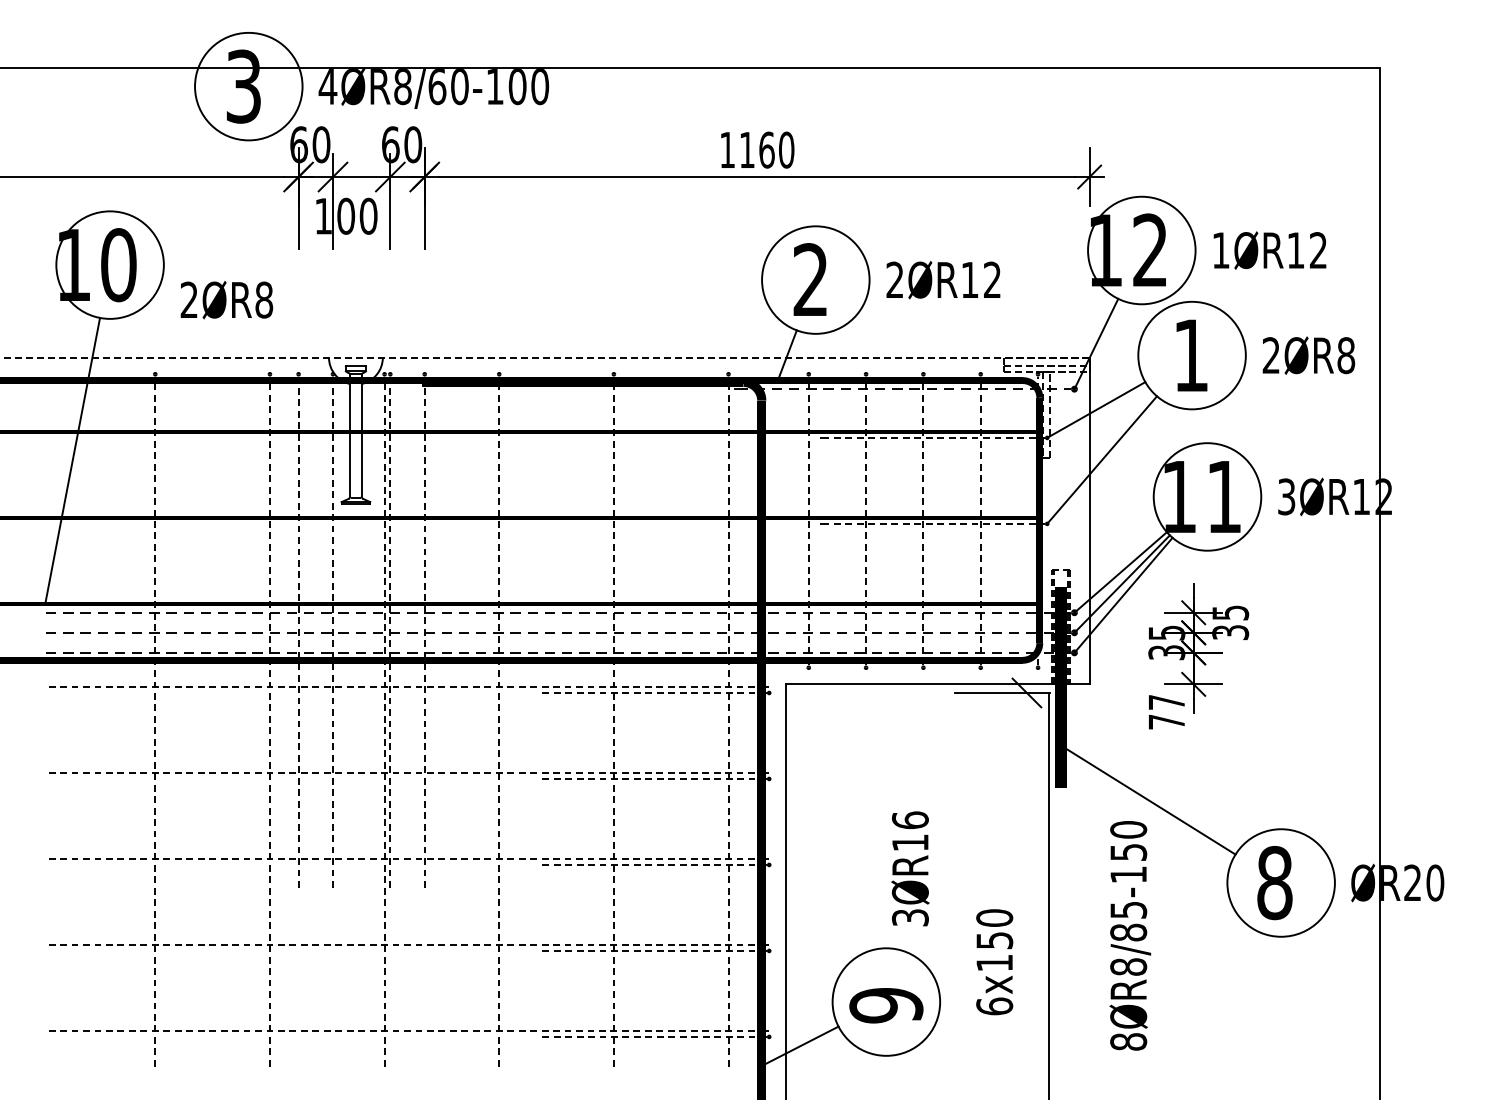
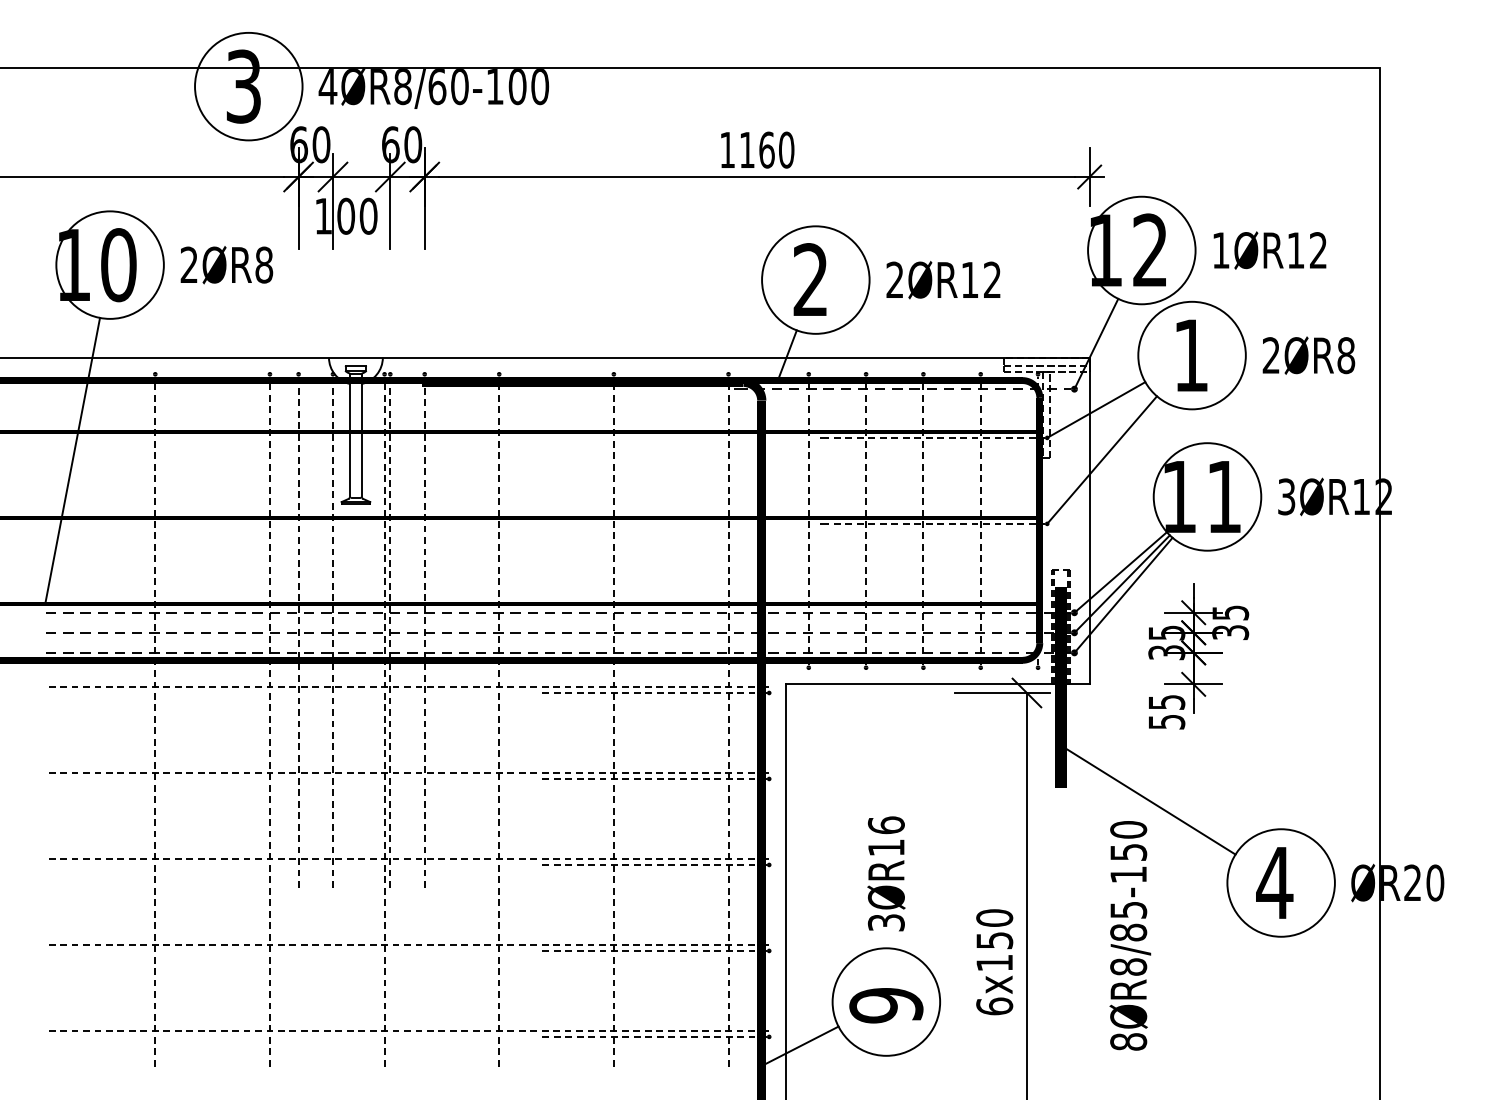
text at (226, 300) position: (226, 300) -> (226, 265)
line at (545, 357): dashed -> solid
text at (1167, 712): 77 -> 55
text at (910, 868) position: (910, 868) -> (886, 873)
text at (1274, 883): 8 -> 4
line at (1048, 894) position: (1048, 894) -> (1026, 894)
